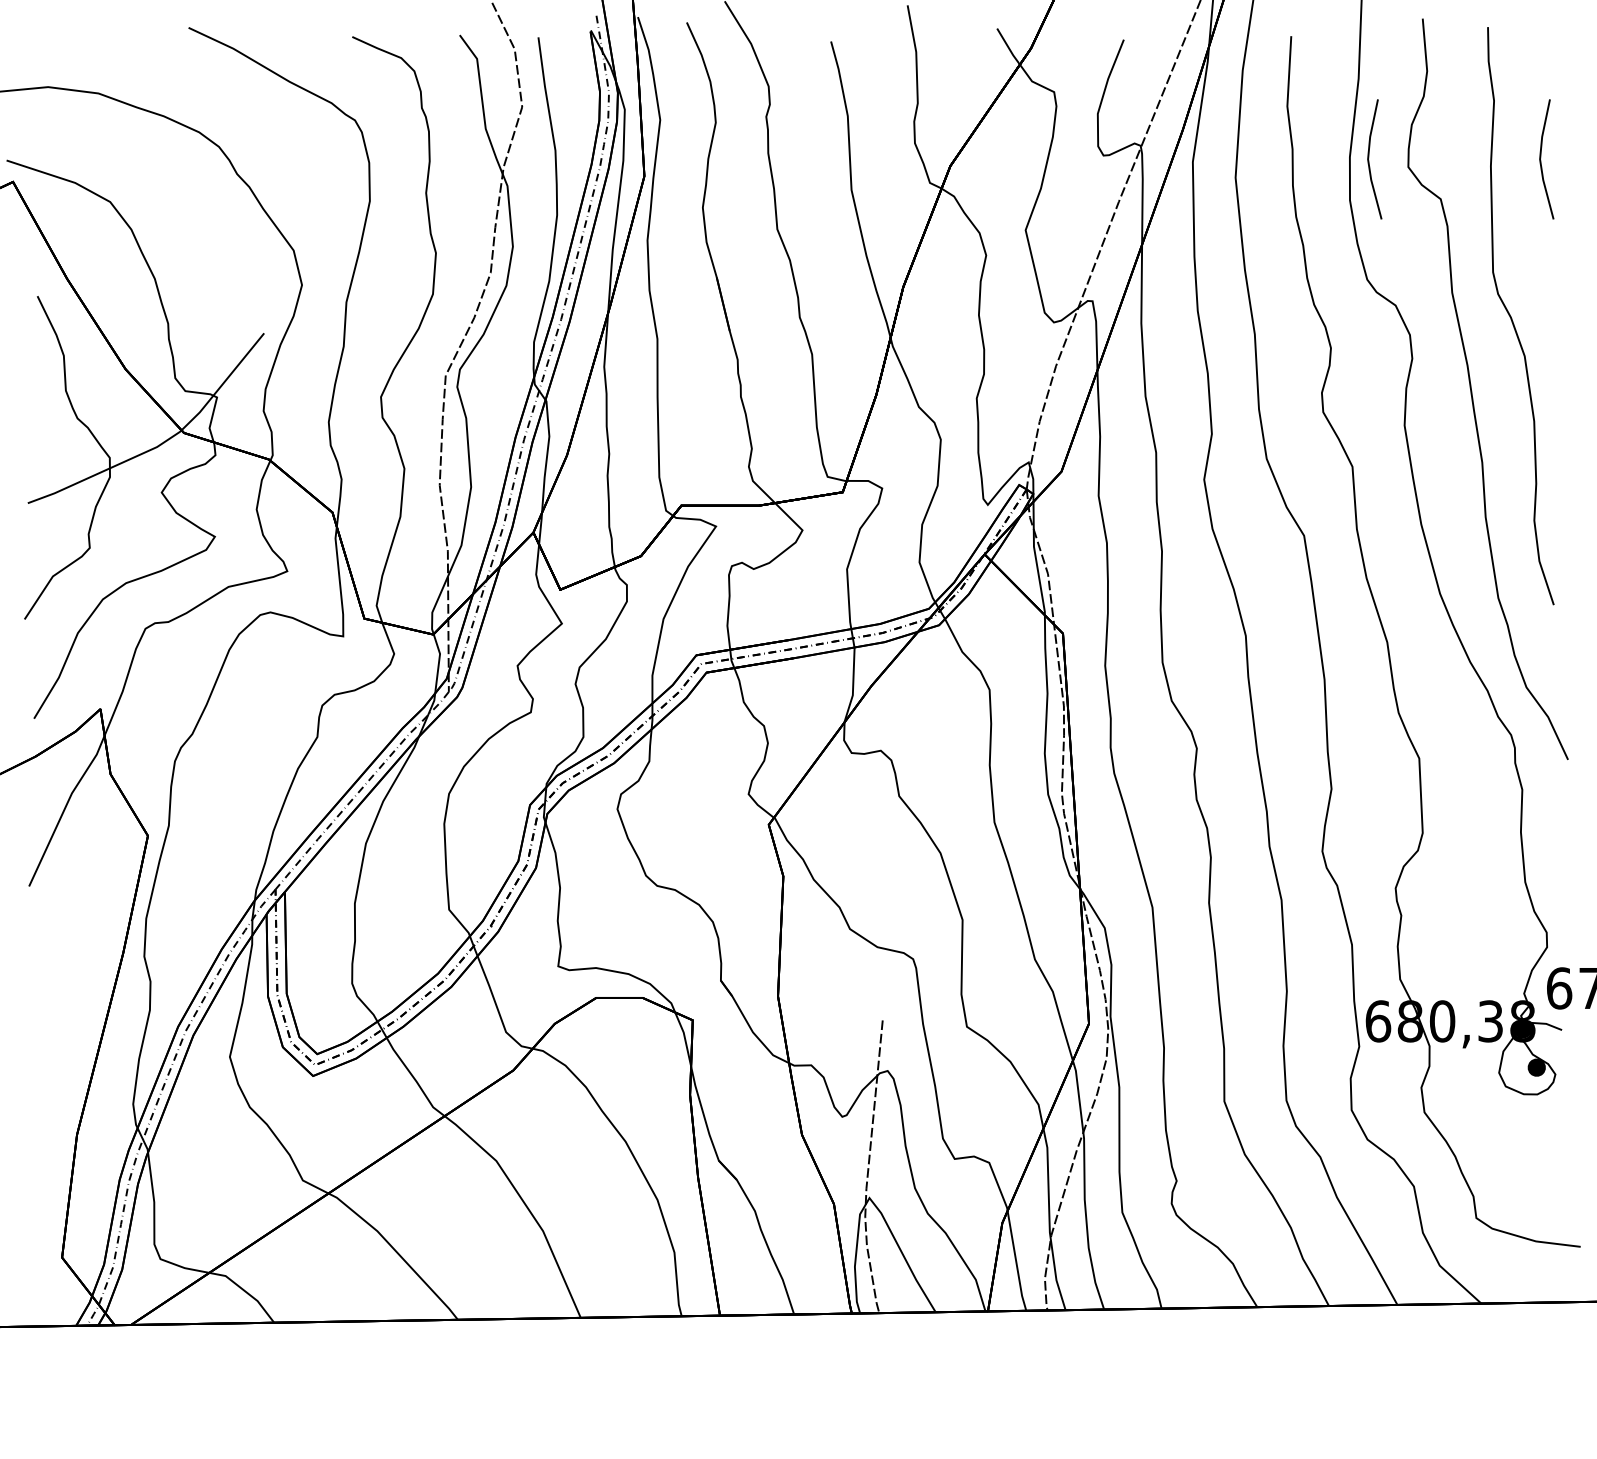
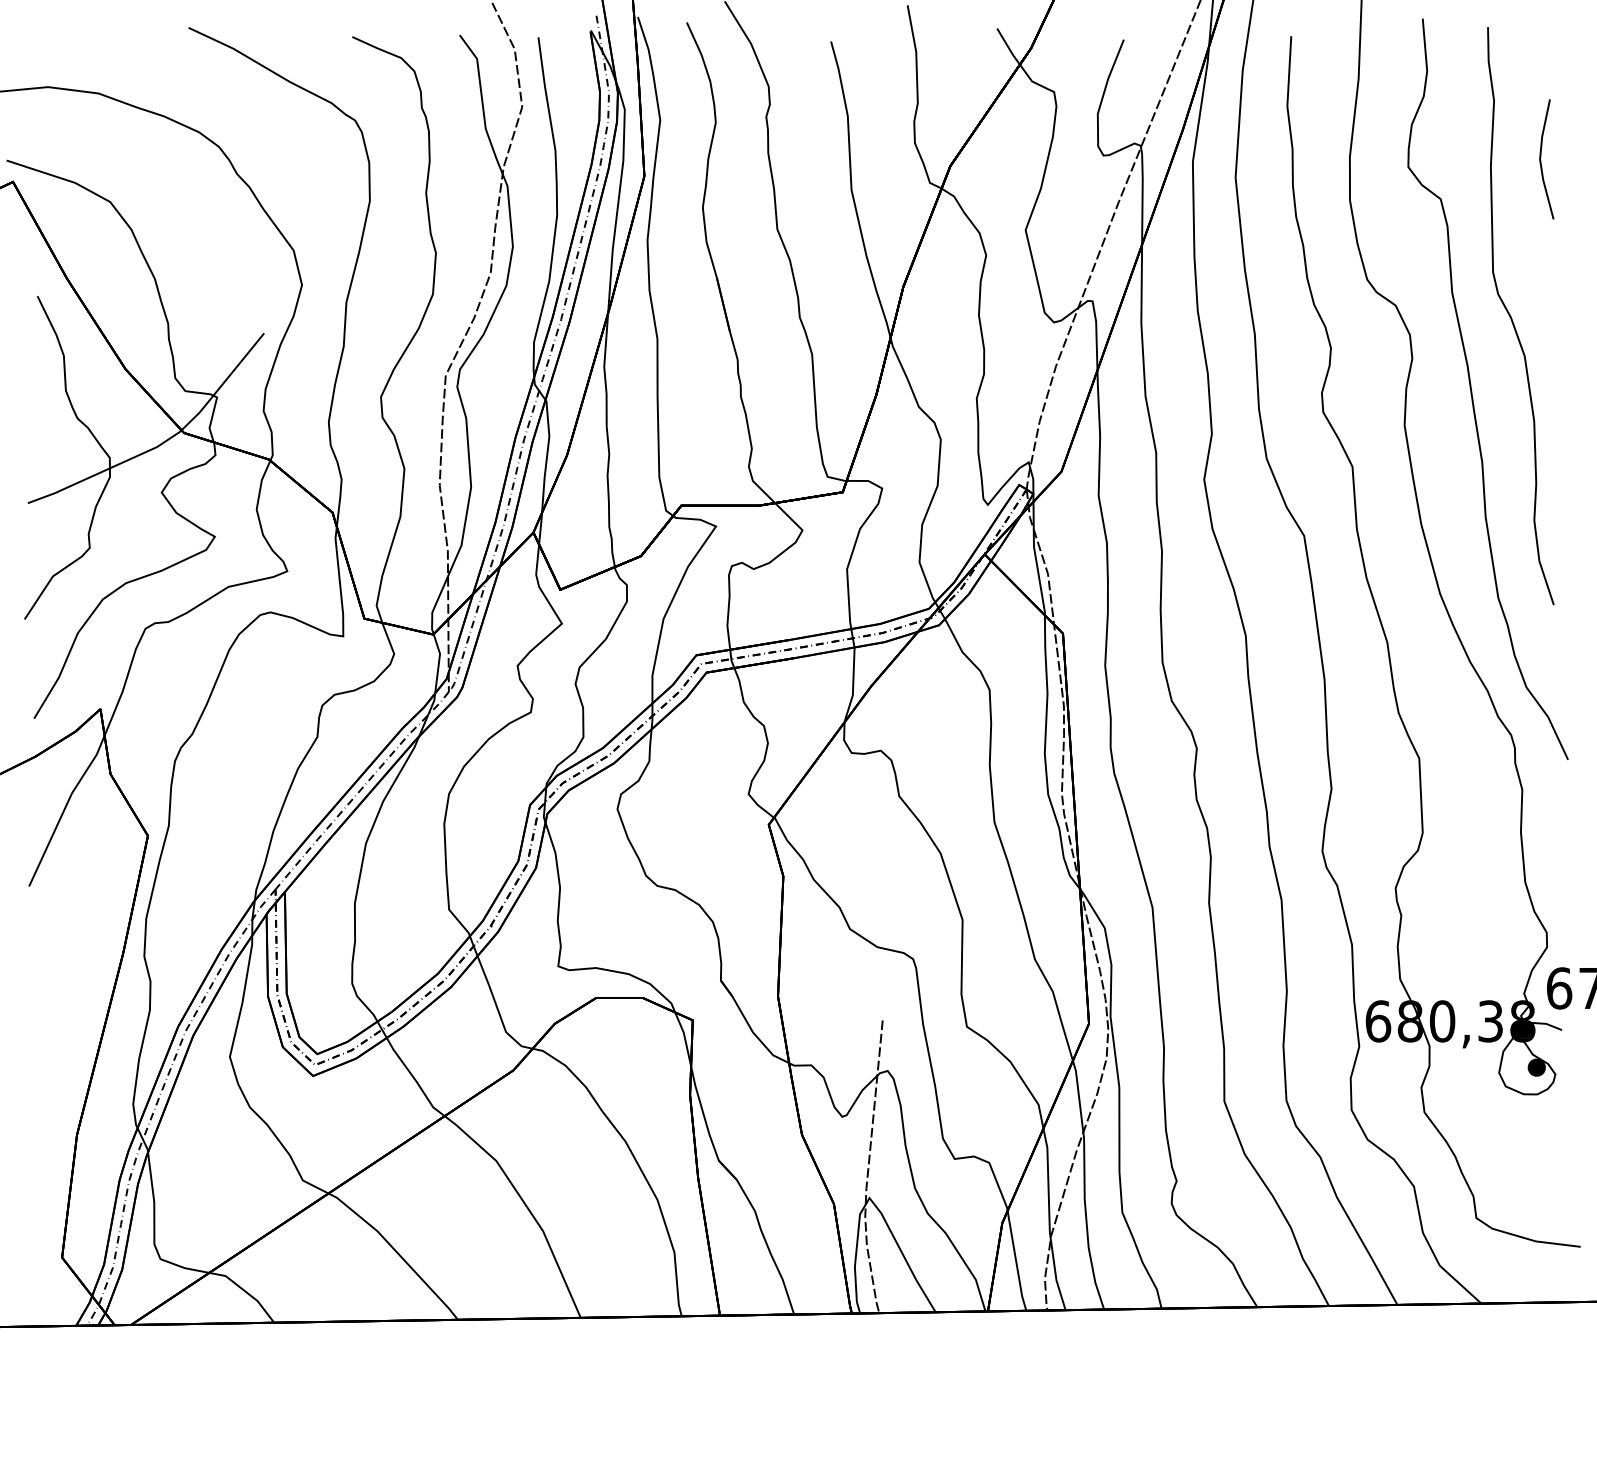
line at (1369, 158): present -> none
